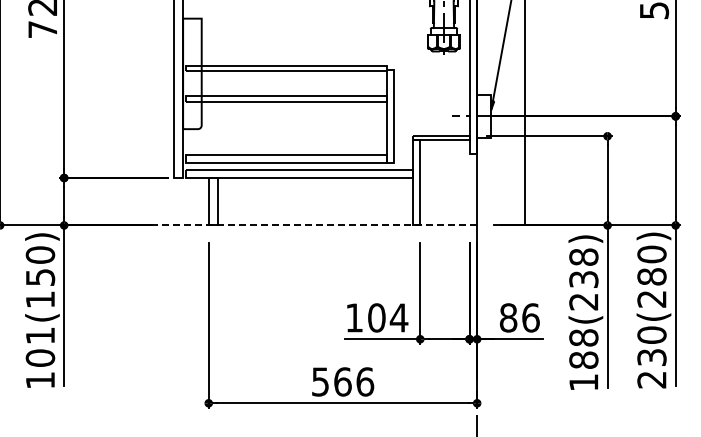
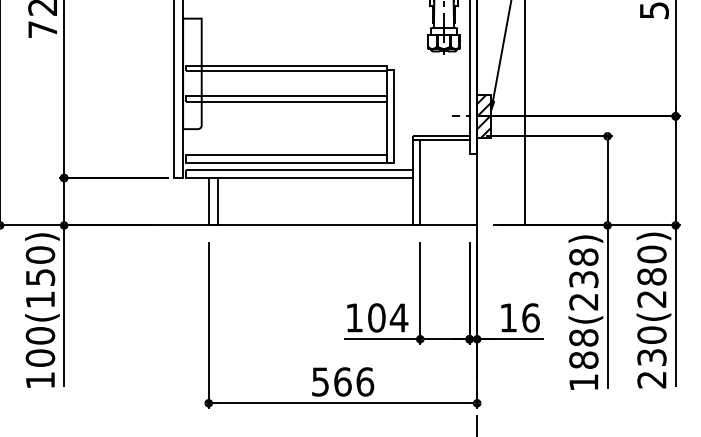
hatch at (484, 116): none -> present
line at (294, 225): dashed -> solid
text at (508, 317): 86 -> 16
text at (40, 335): 101(150) -> 100(150)
